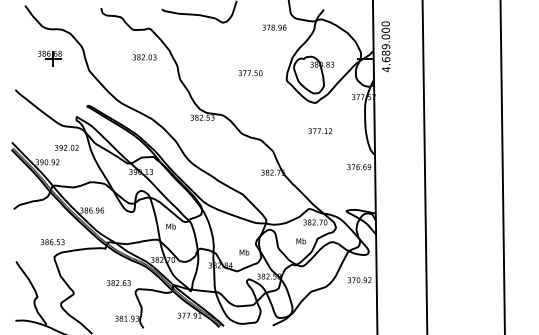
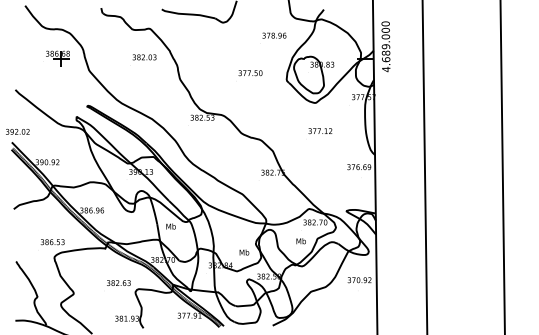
text at (274, 27) position: (274, 27) -> (274, 35)
part at (49, 58) position: (49, 58) -> (57, 58)
text at (66, 147) position: (66, 147) -> (17, 131)
